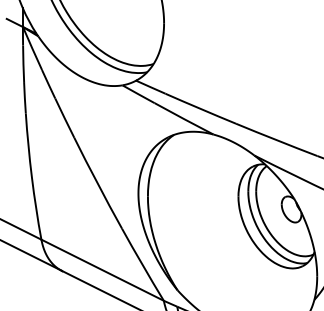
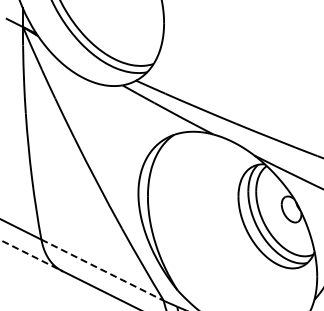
line at (31, 255): solid -> dashed
line at (103, 270): solid -> dashed
